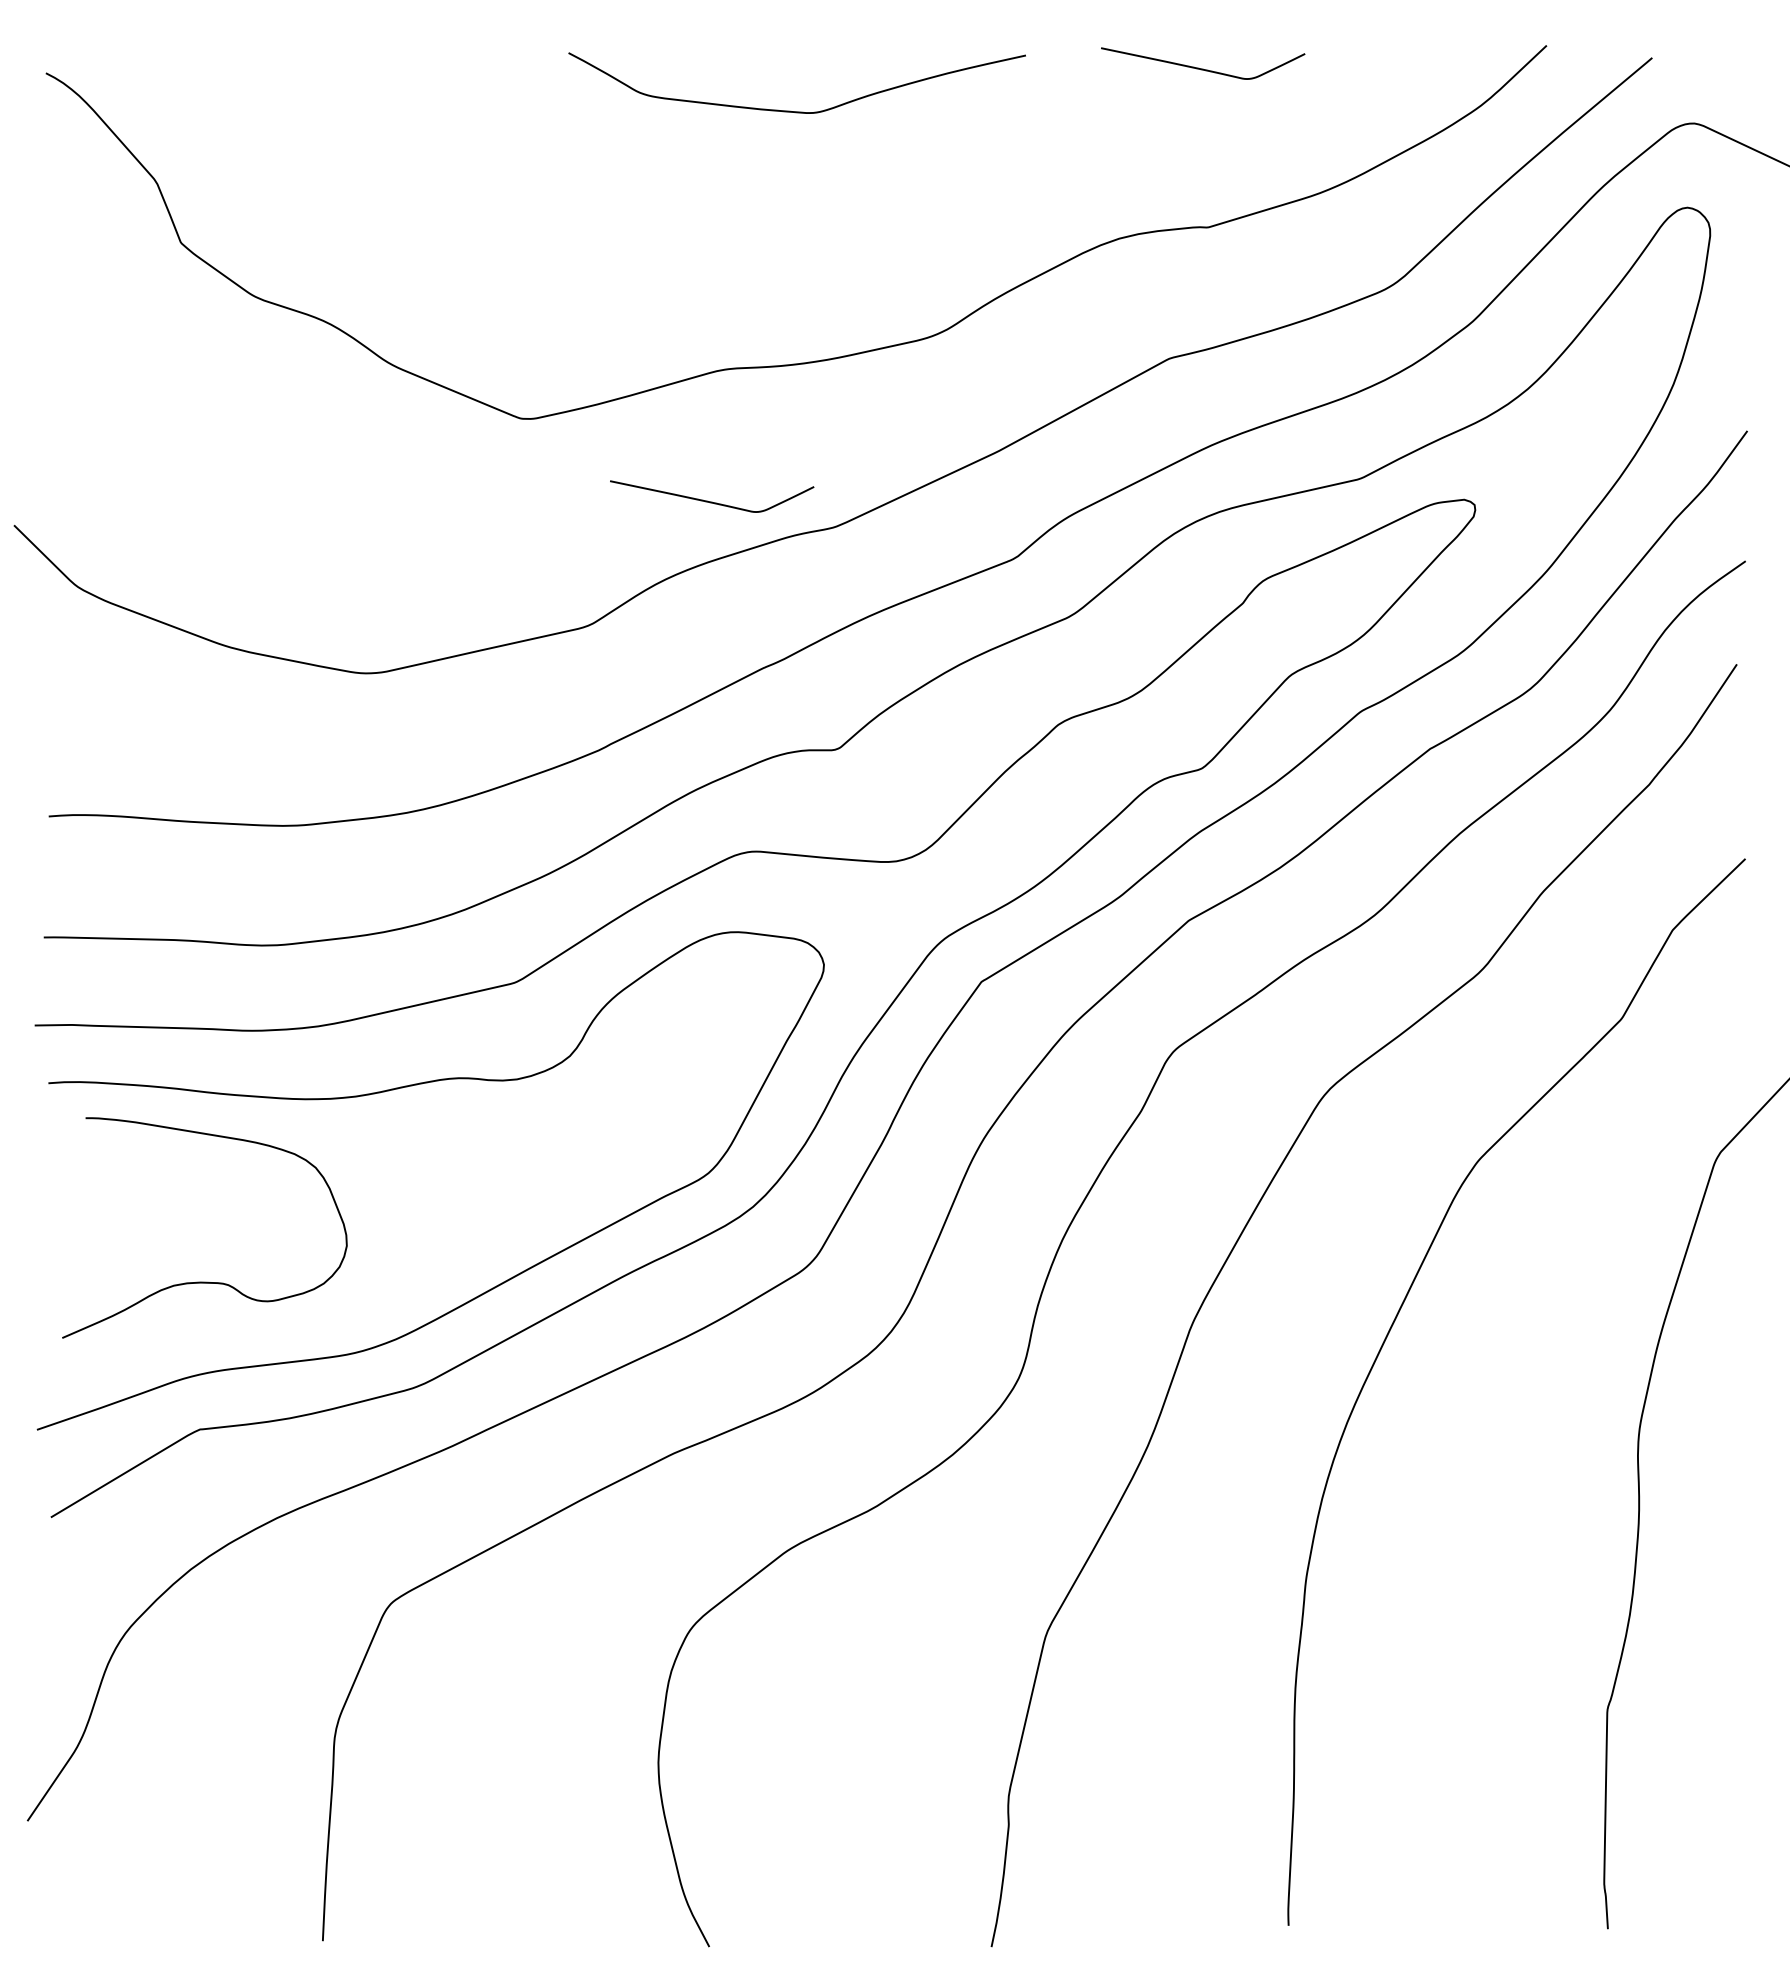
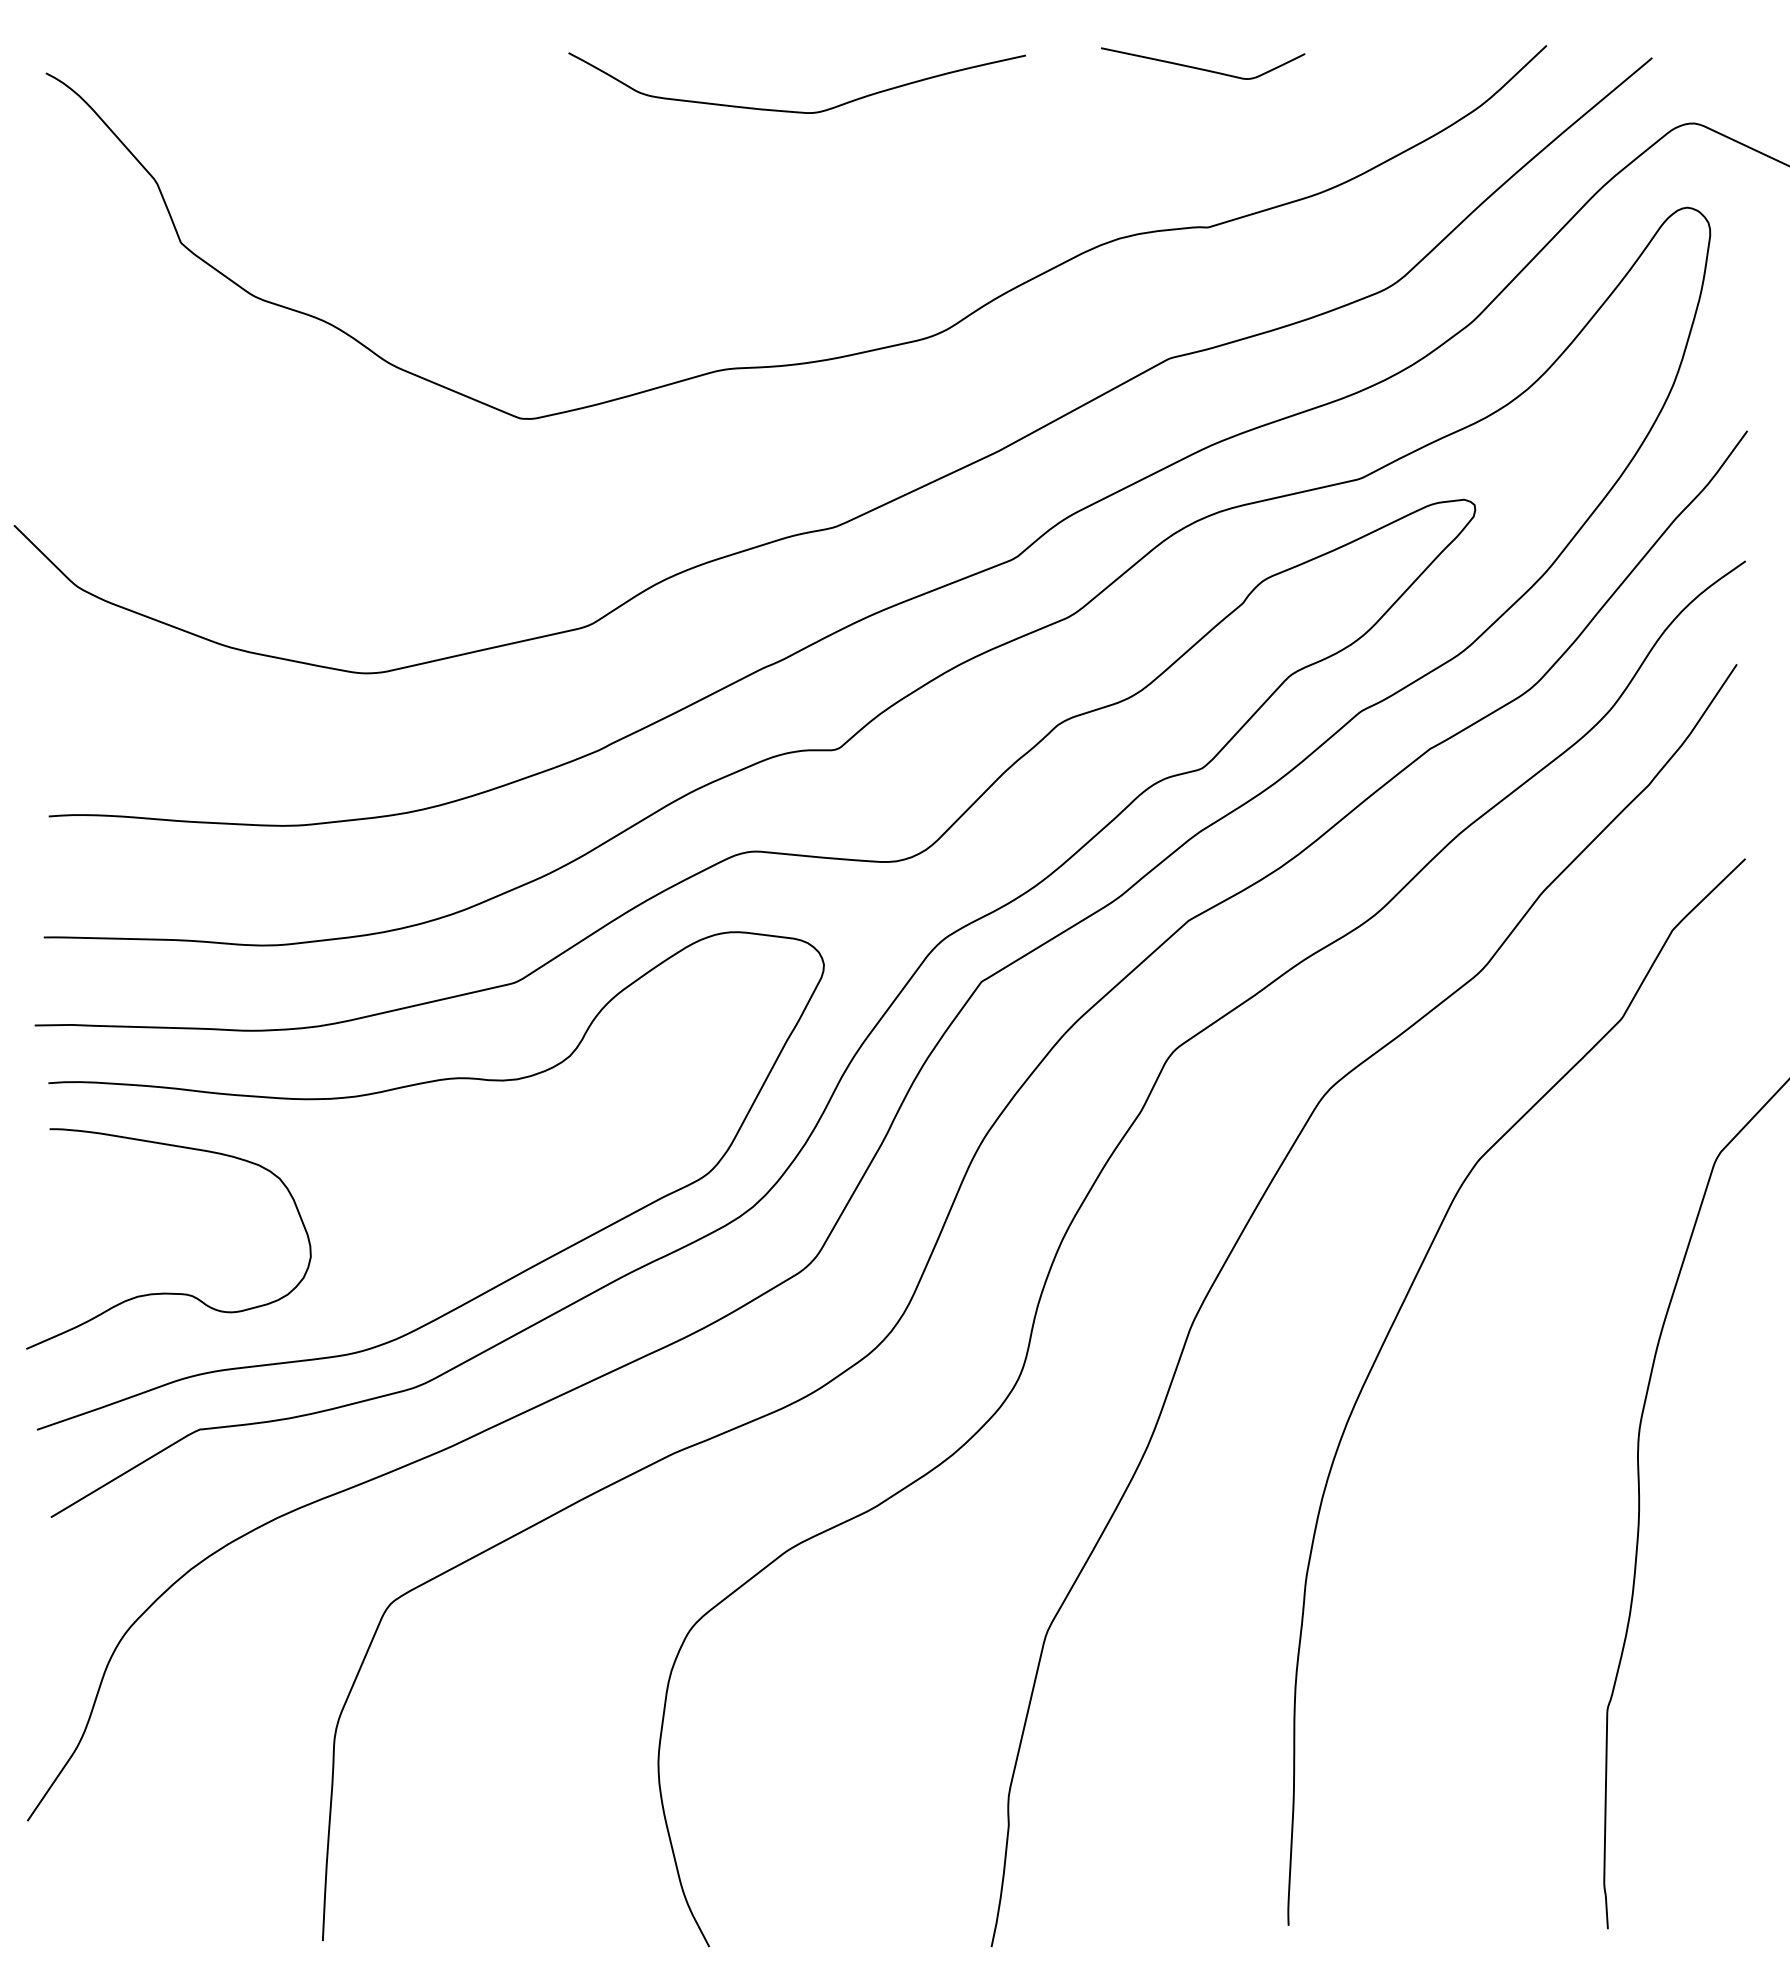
curve at (712, 501): present -> none
curve at (204, 1281) position: (204, 1281) -> (168, 1292)
